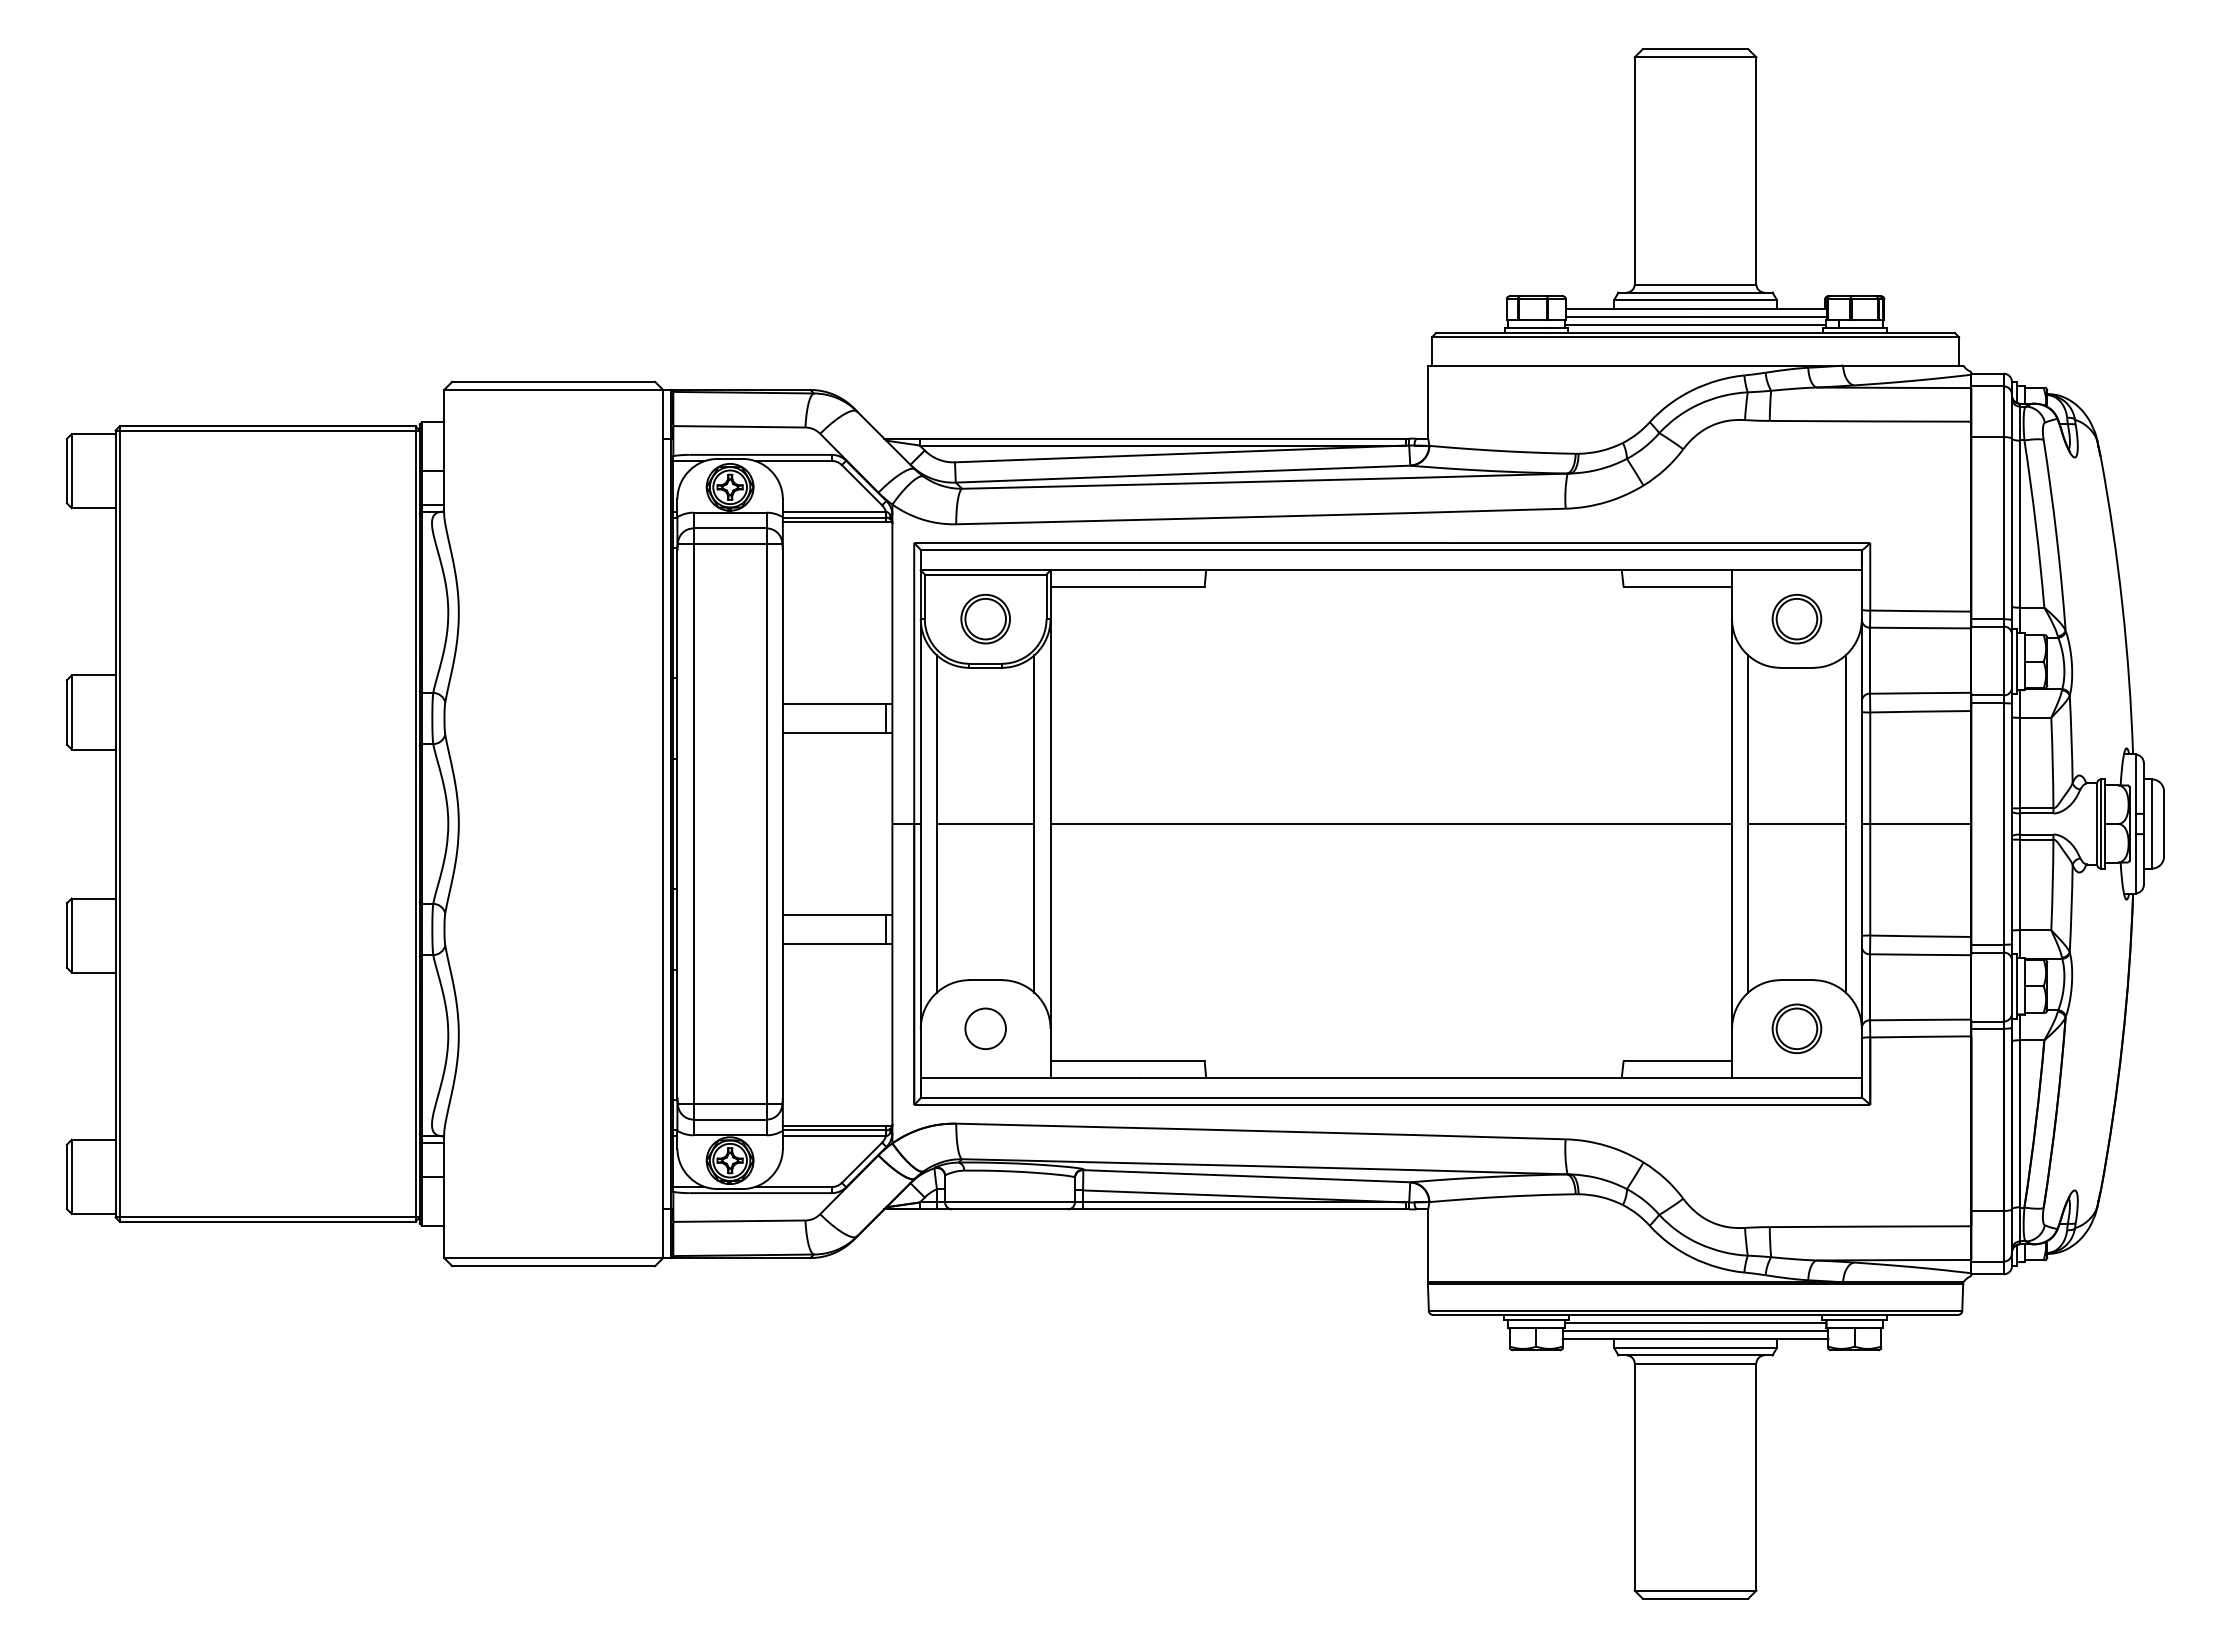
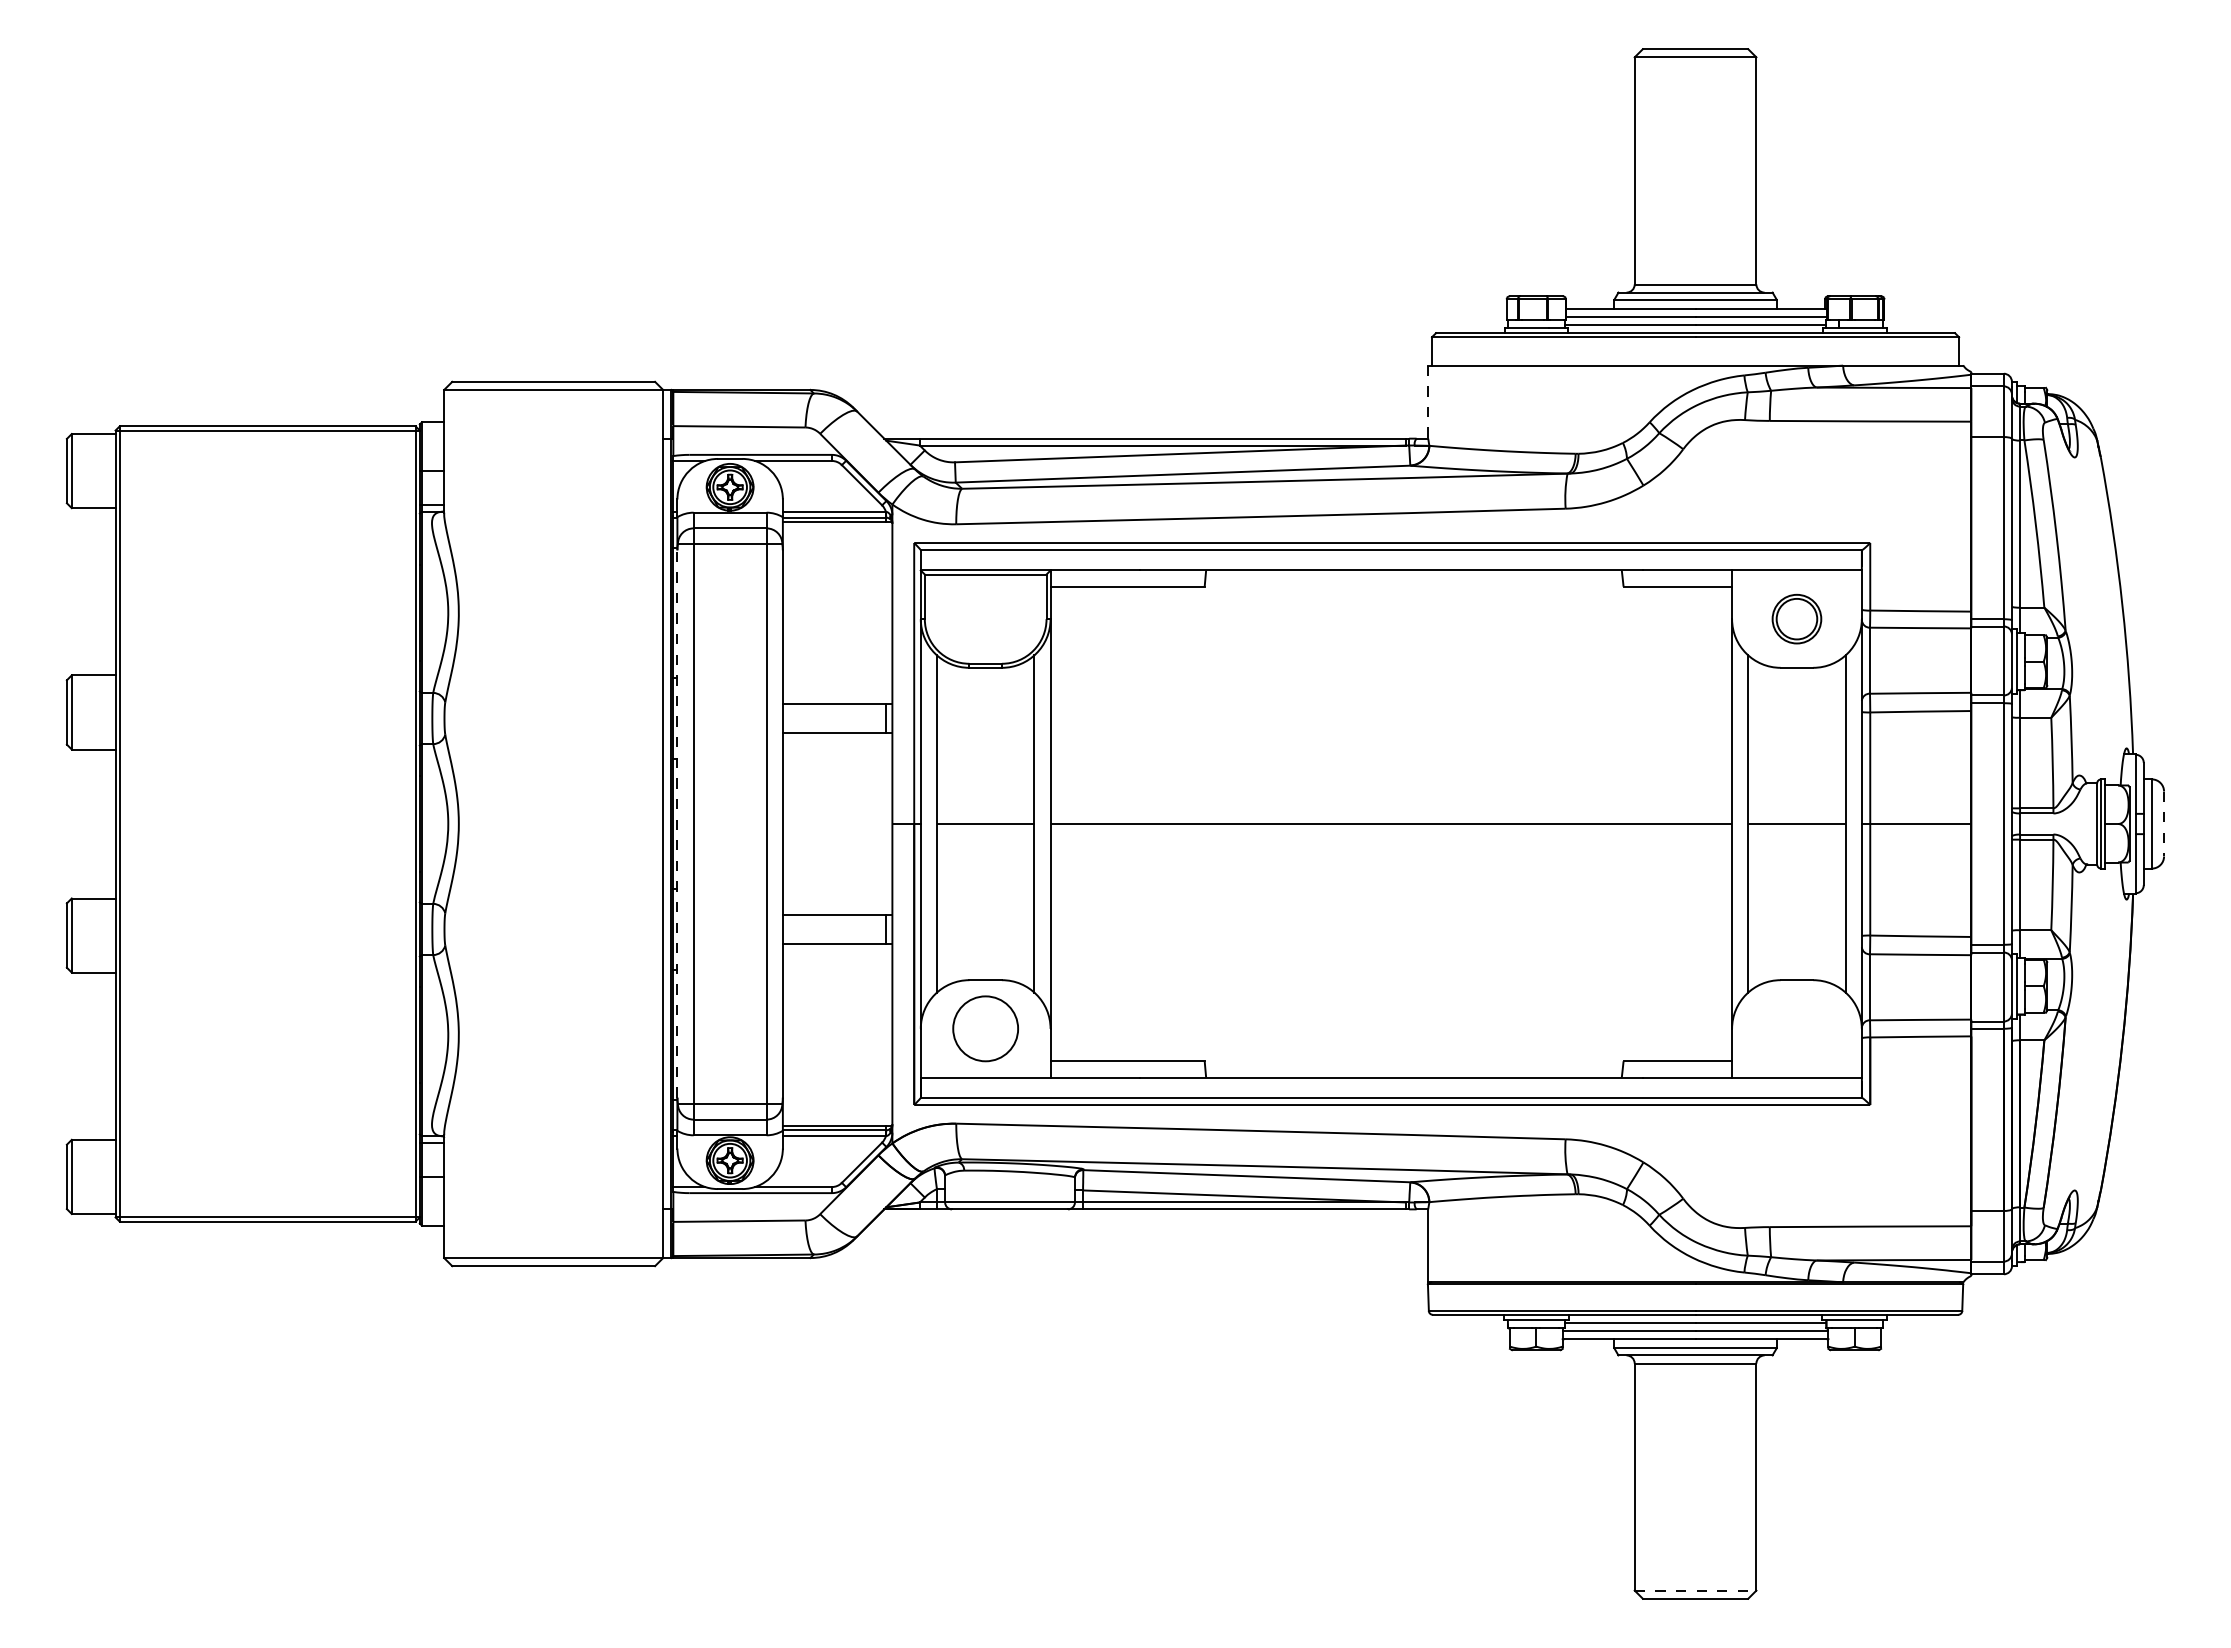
line at (1427, 402): solid -> dashed
part at (985, 618): present -> none
line at (677, 824): solid -> dashed
line at (2164, 824): solid -> dashed
circle at (985, 1028) diameter: 41 px -> 65 px
part at (1796, 1028): present -> none
line at (1695, 1590): solid -> dashed
